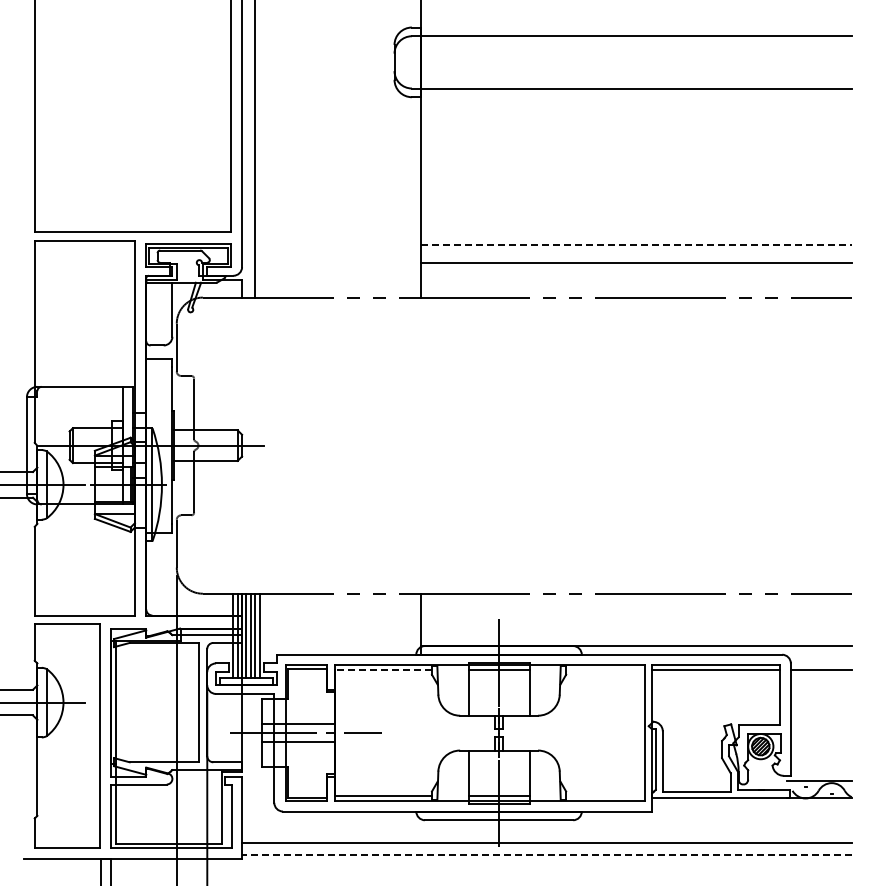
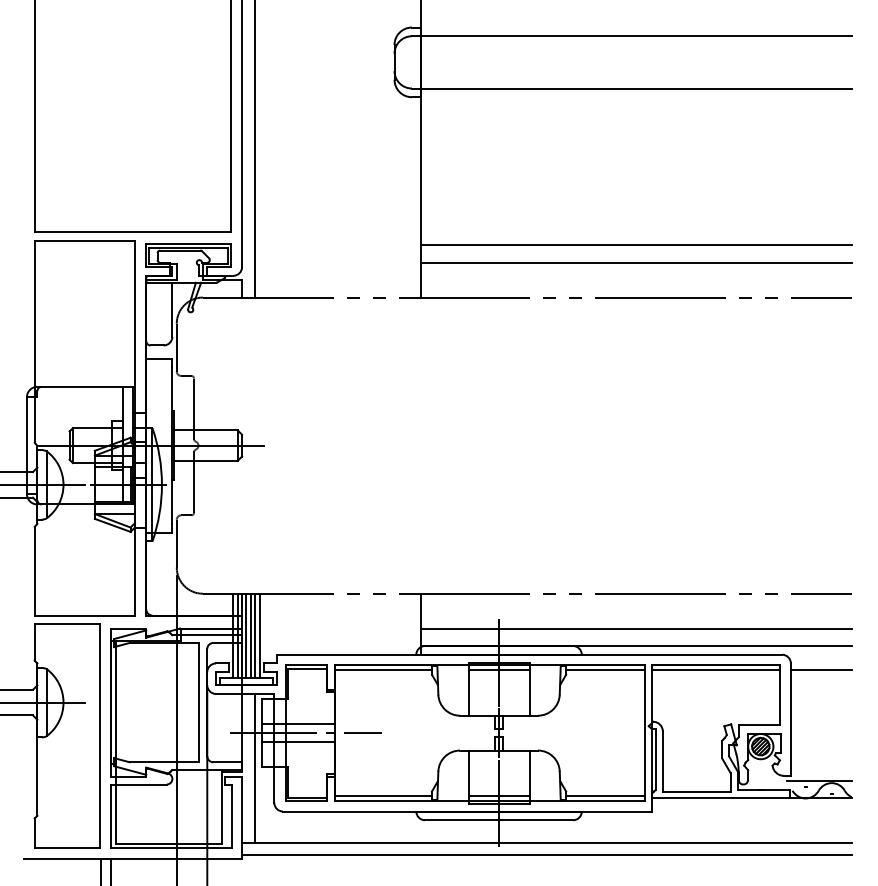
line at (636, 245): dashed -> solid
line at (635, 628): none -> present
line at (383, 669): dashed -> solid
line at (605, 669): none -> present
line at (255, 767): none -> present
line at (605, 796): none -> present
line at (546, 855): dashed -> solid
